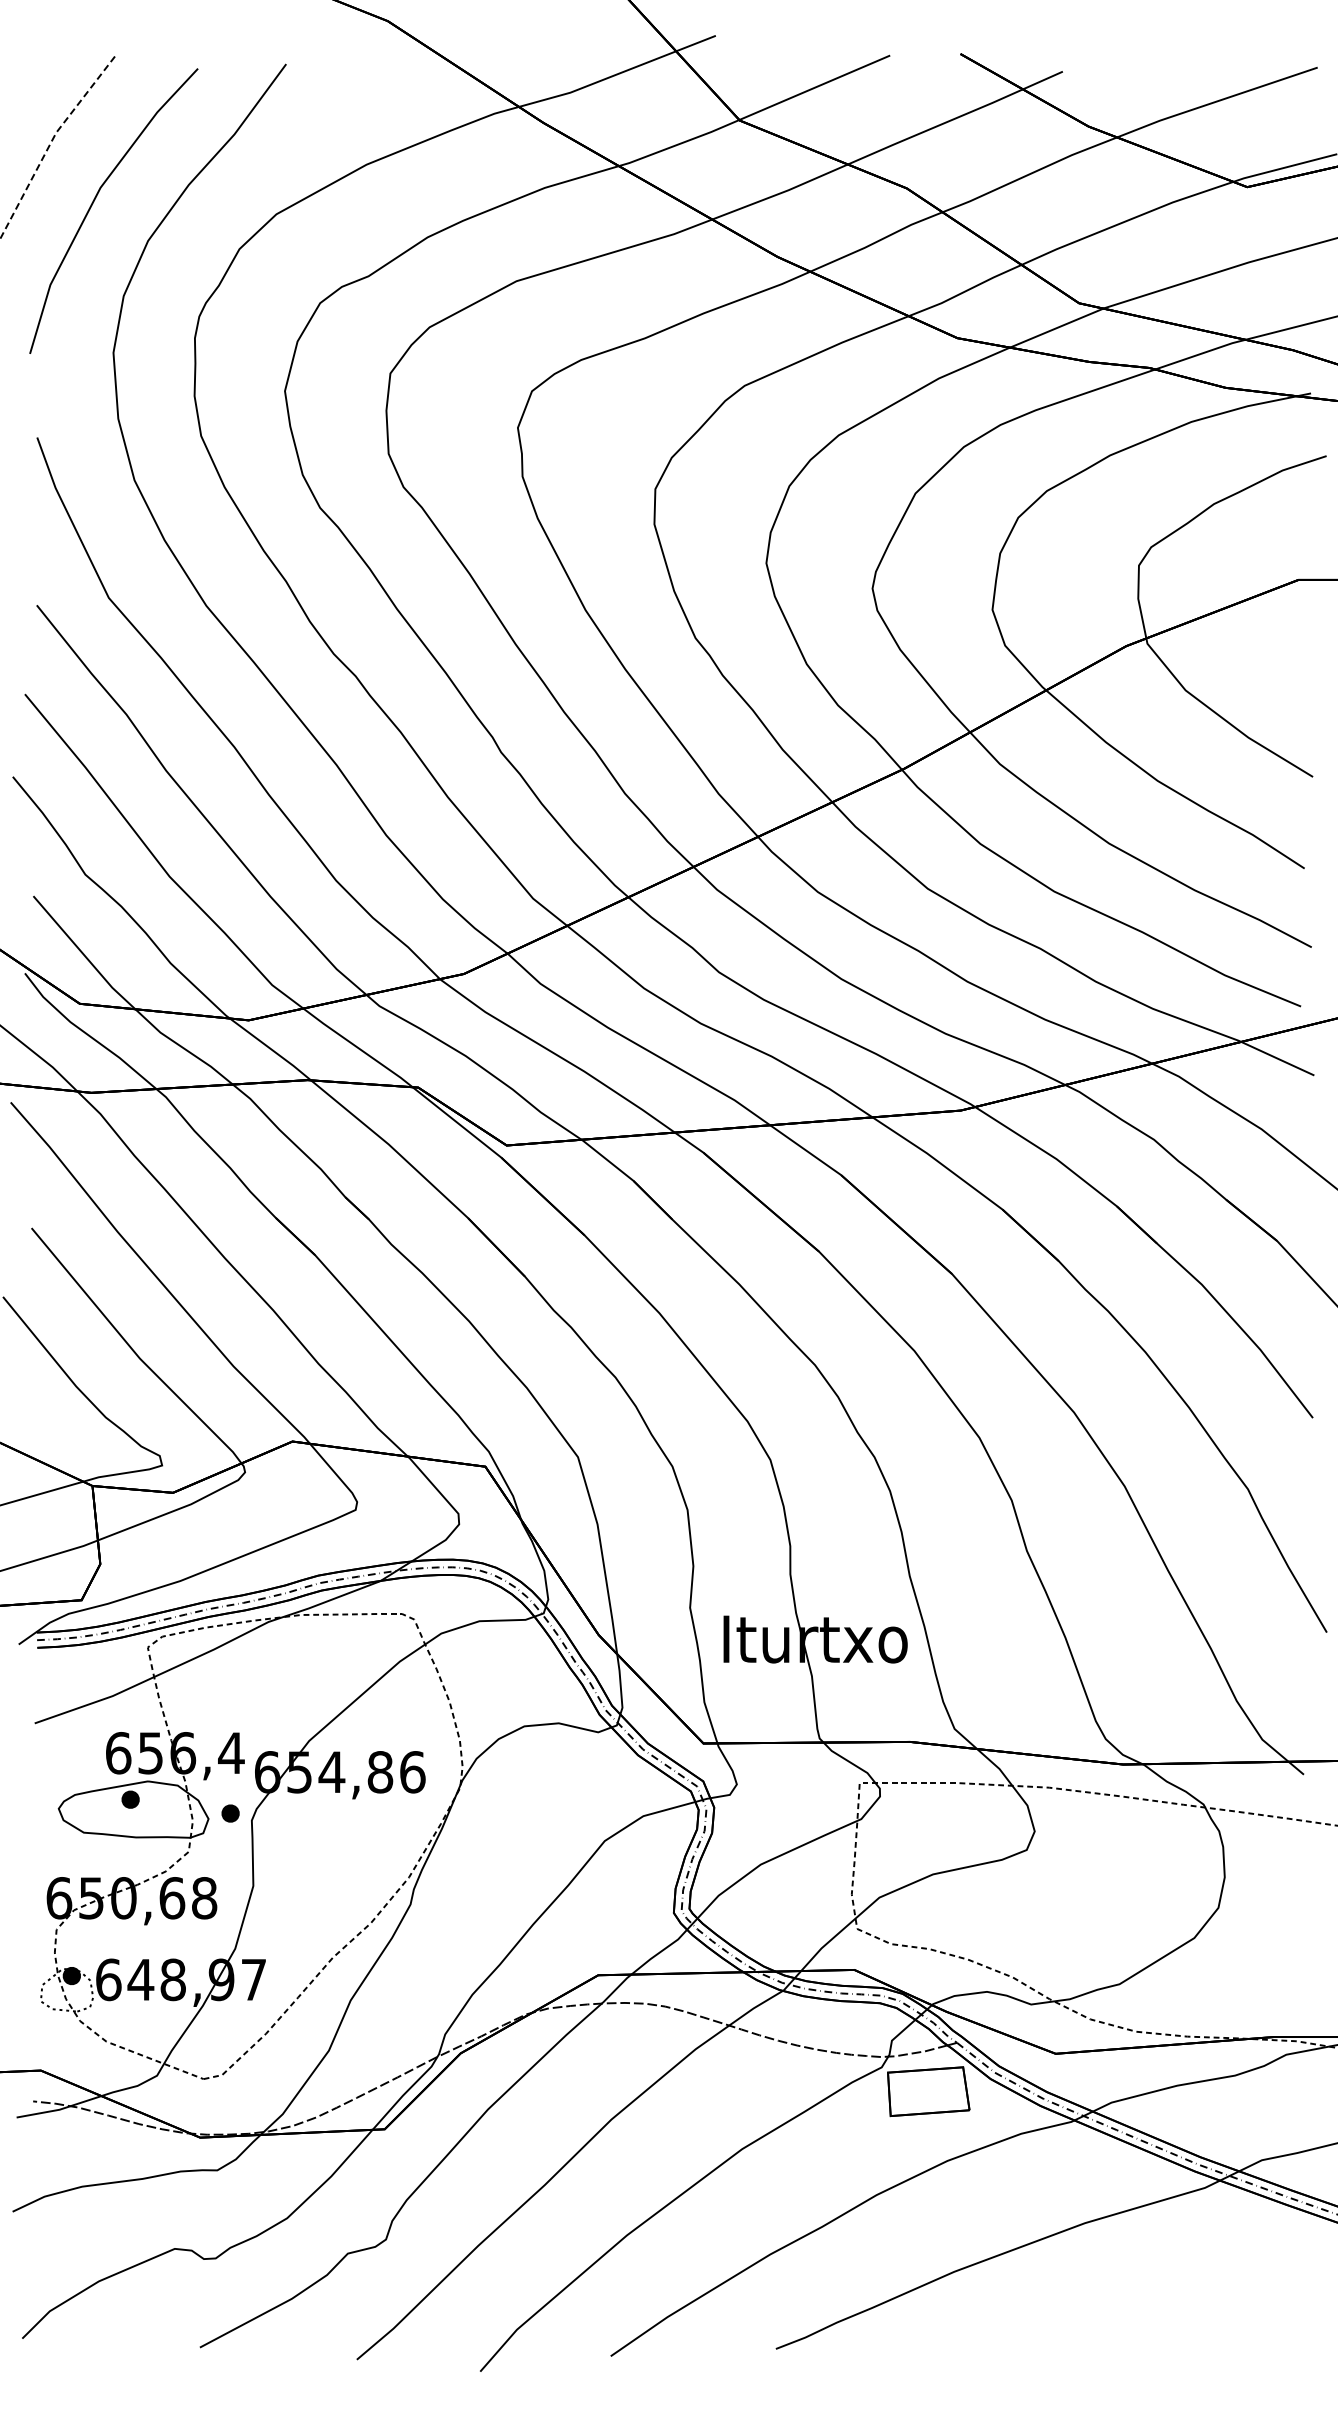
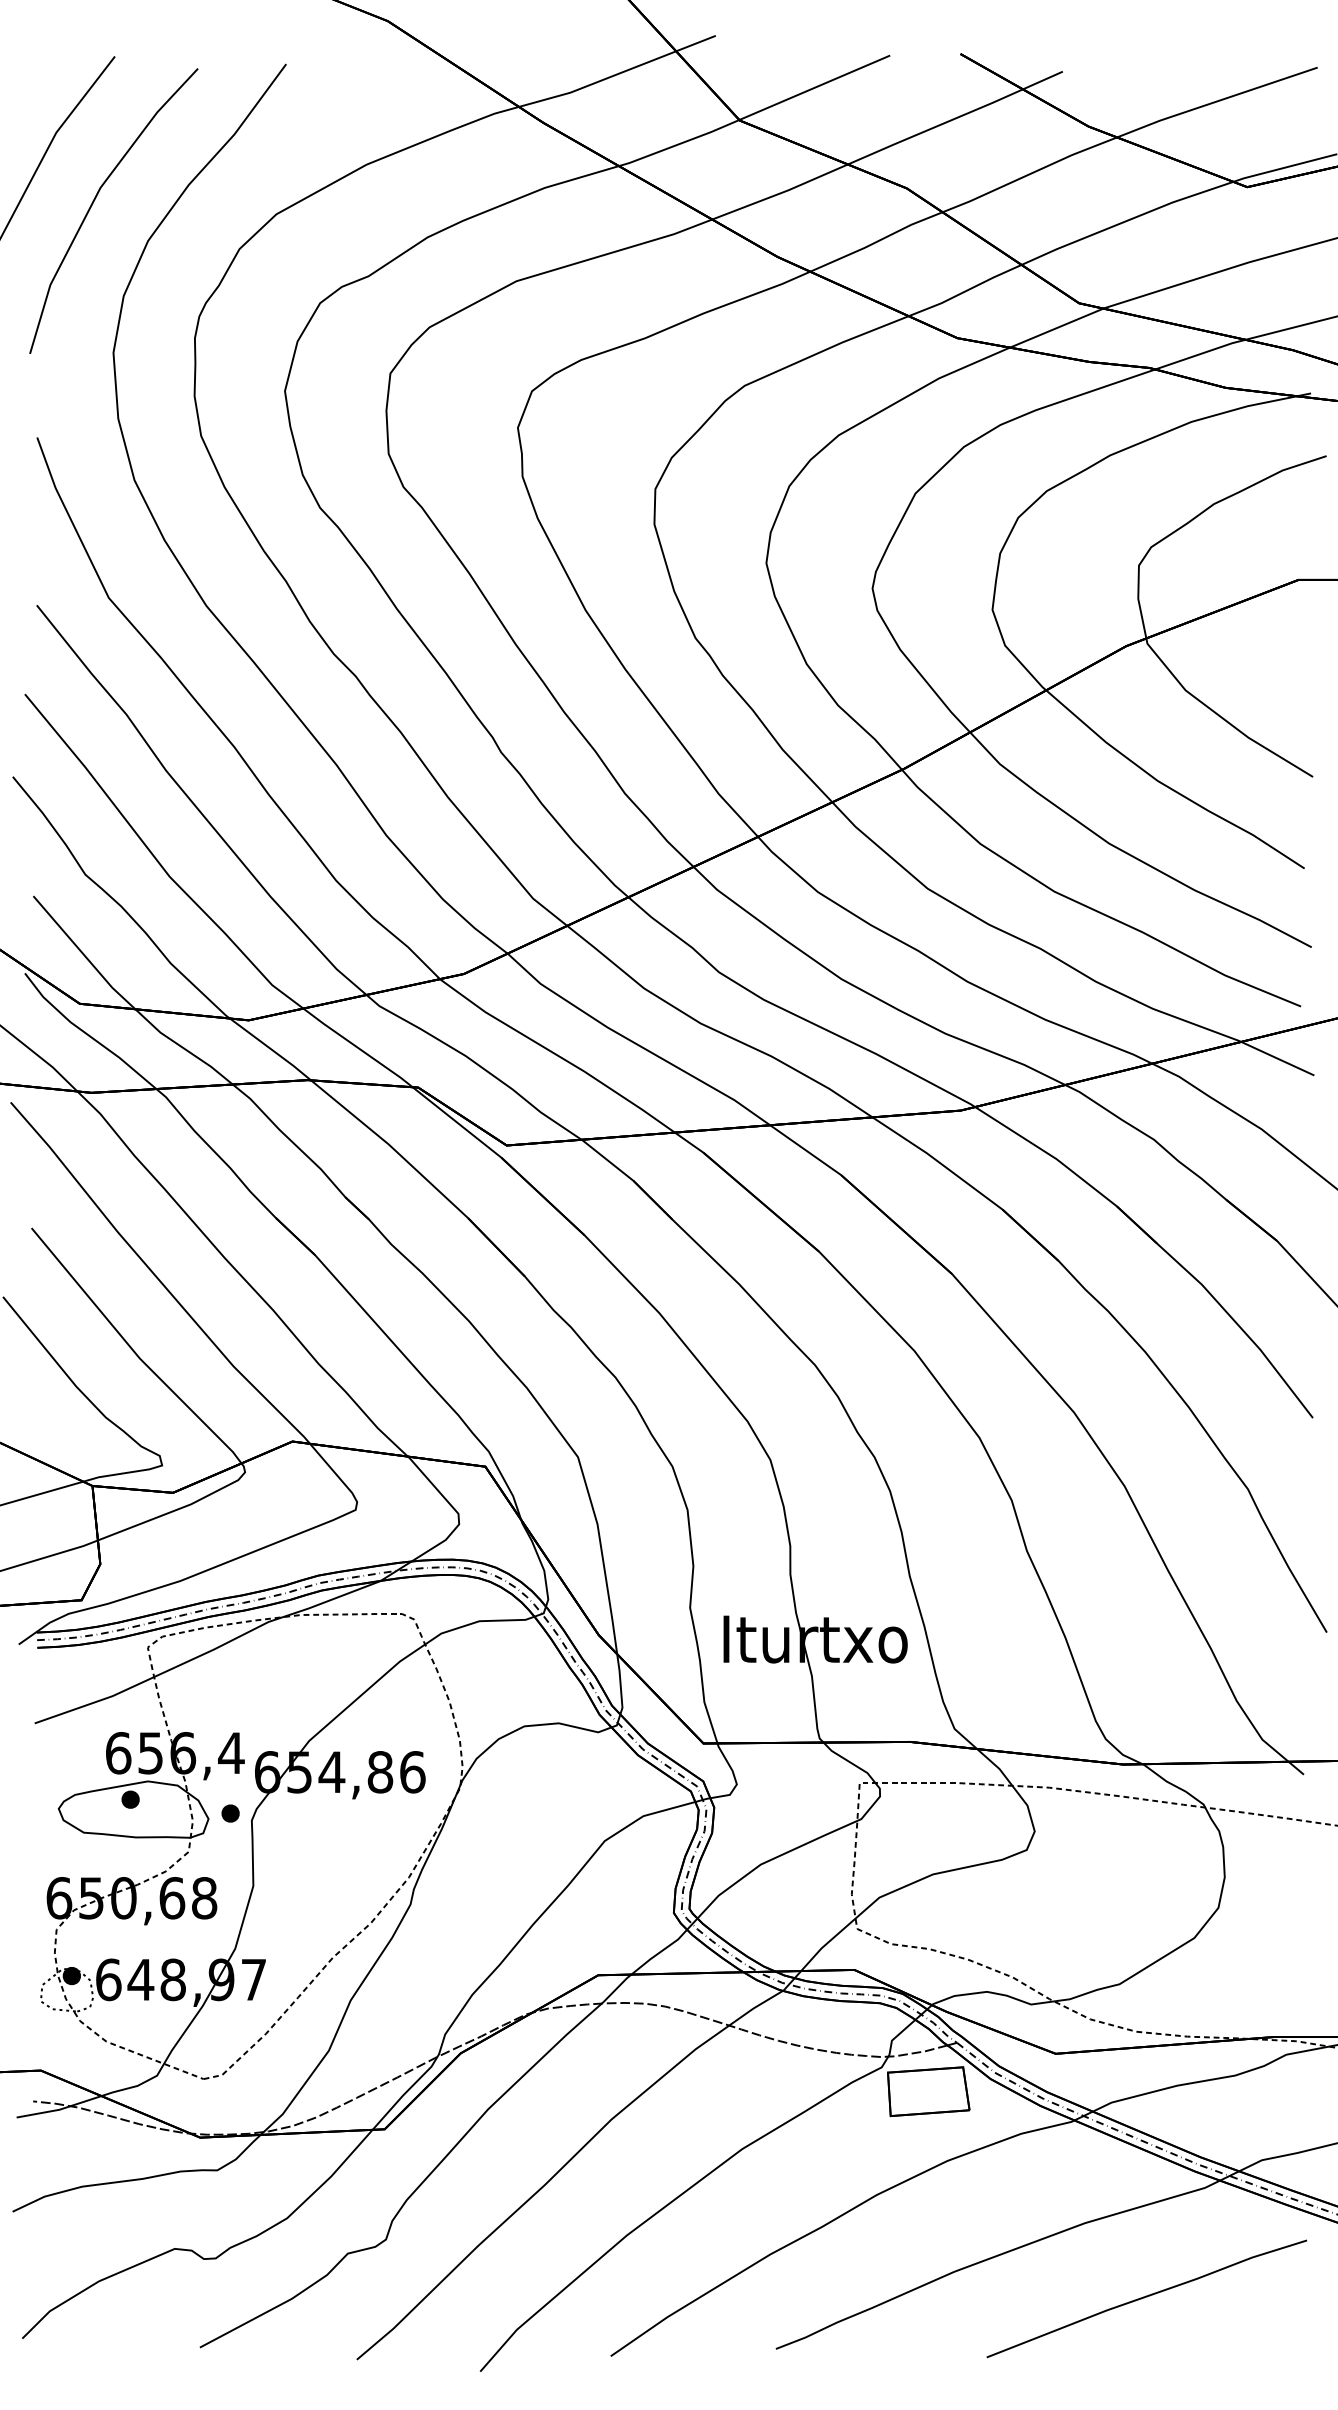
line at (51, 142): dashed -> solid
line at (1146, 2297): none -> present
